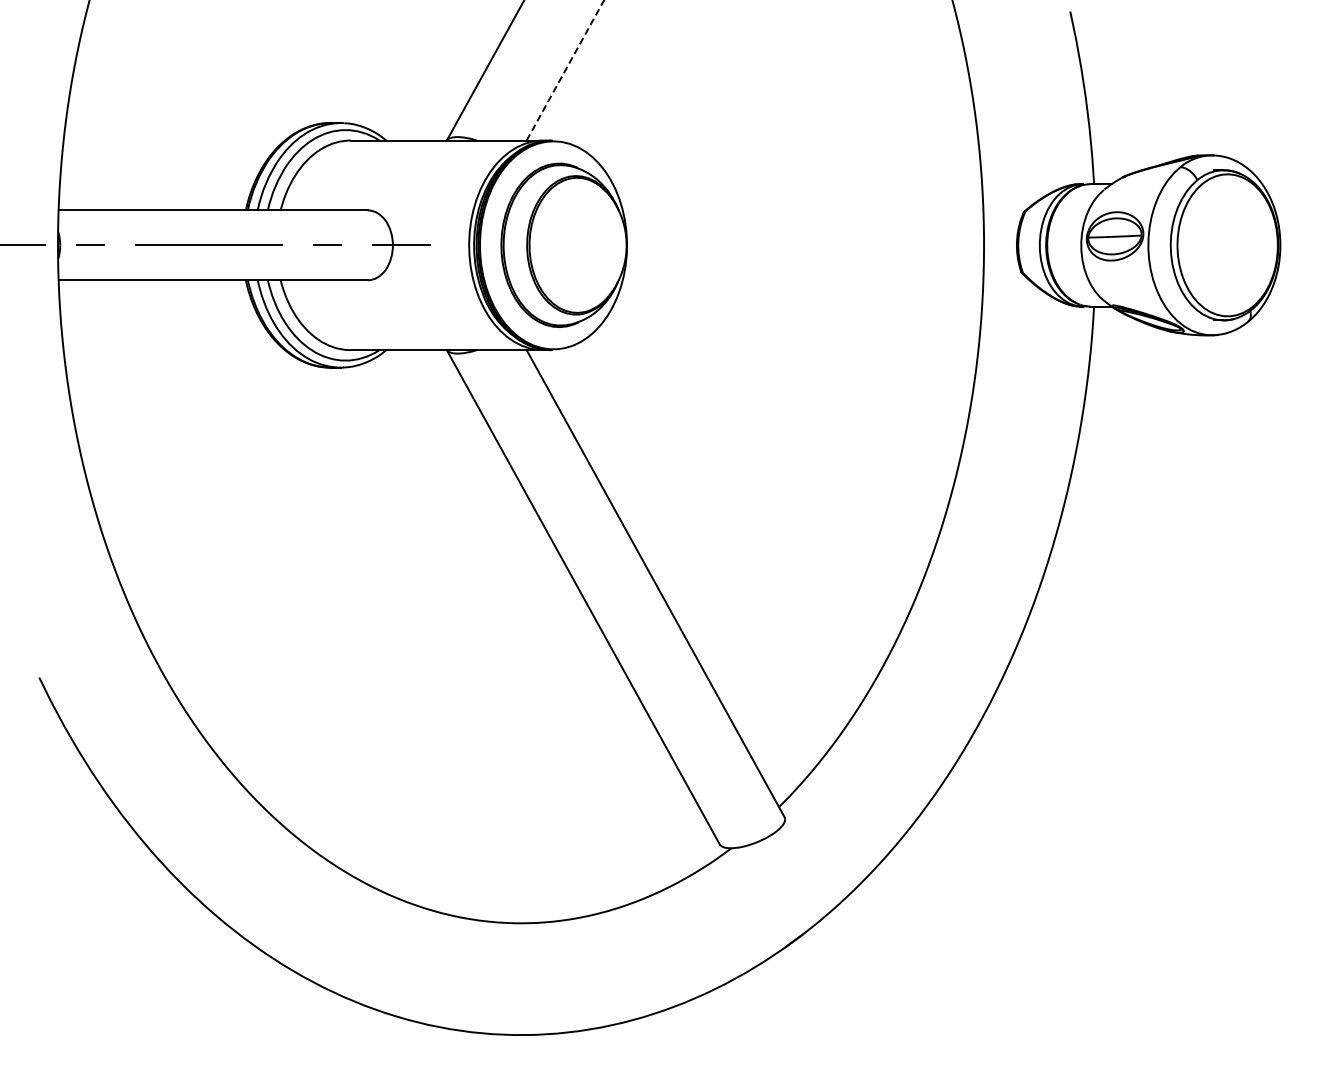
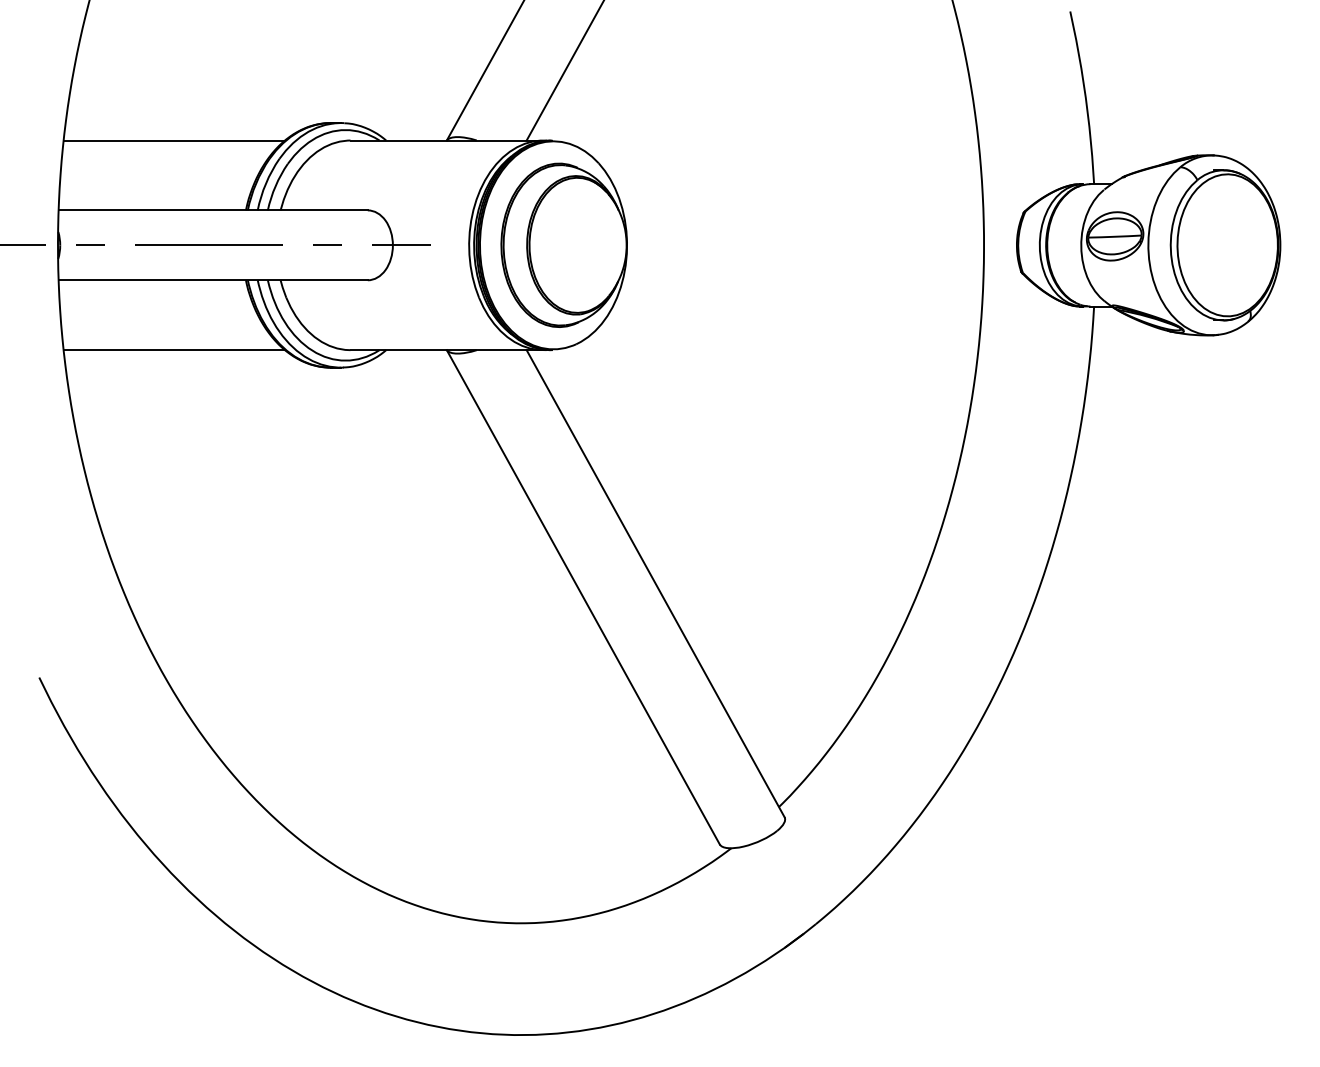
line at (565, 70): dashed -> solid
line at (174, 140): none -> present
line at (174, 350): none -> present
